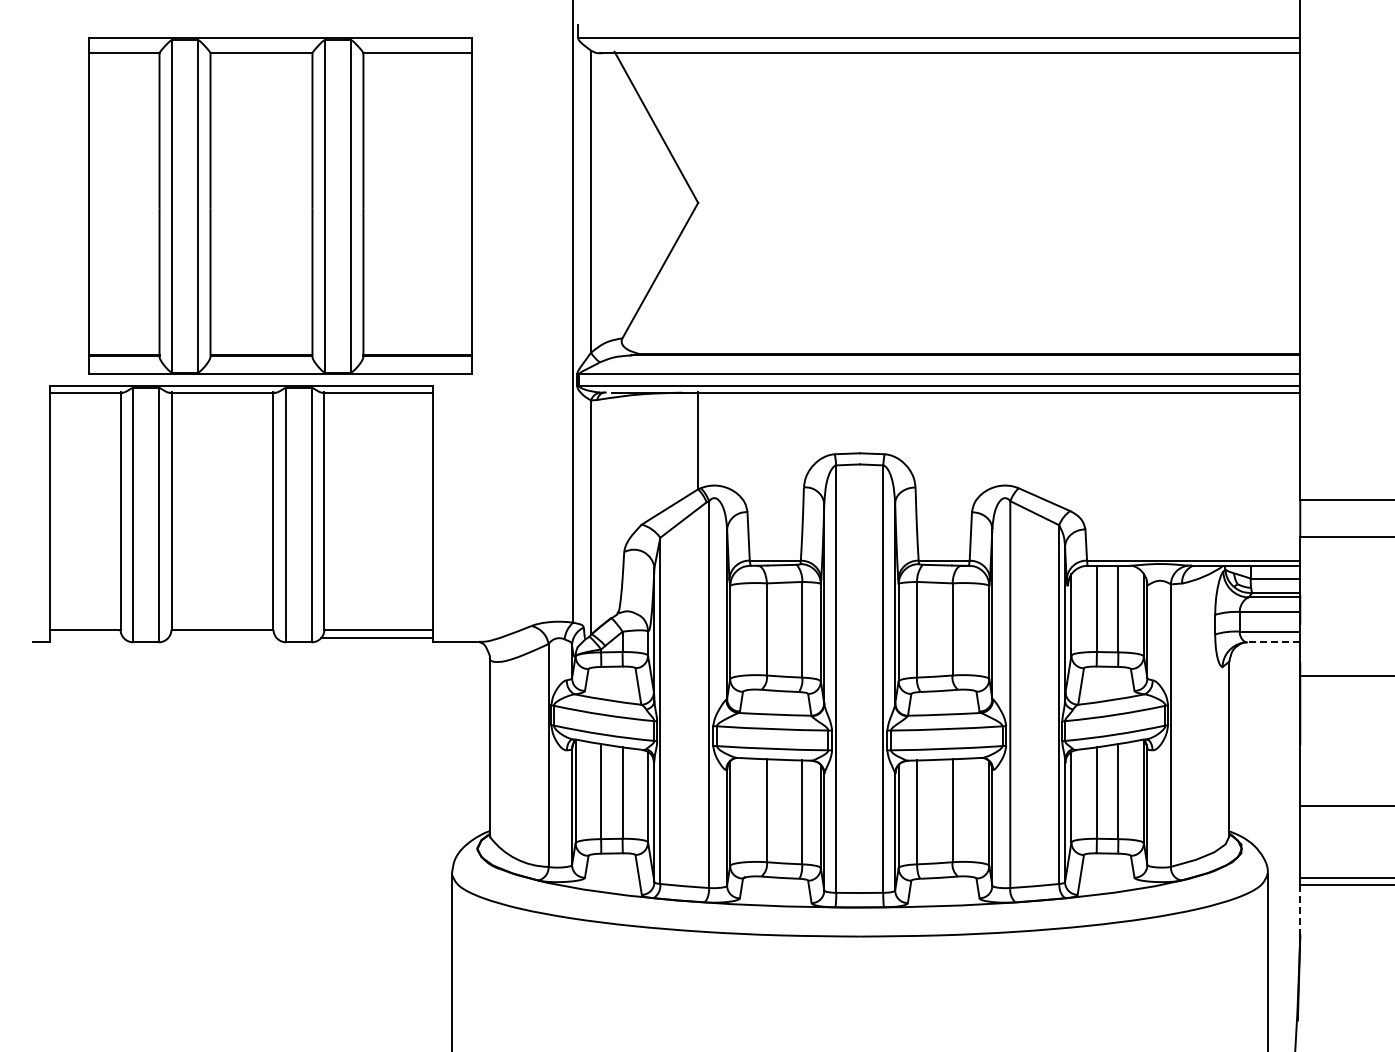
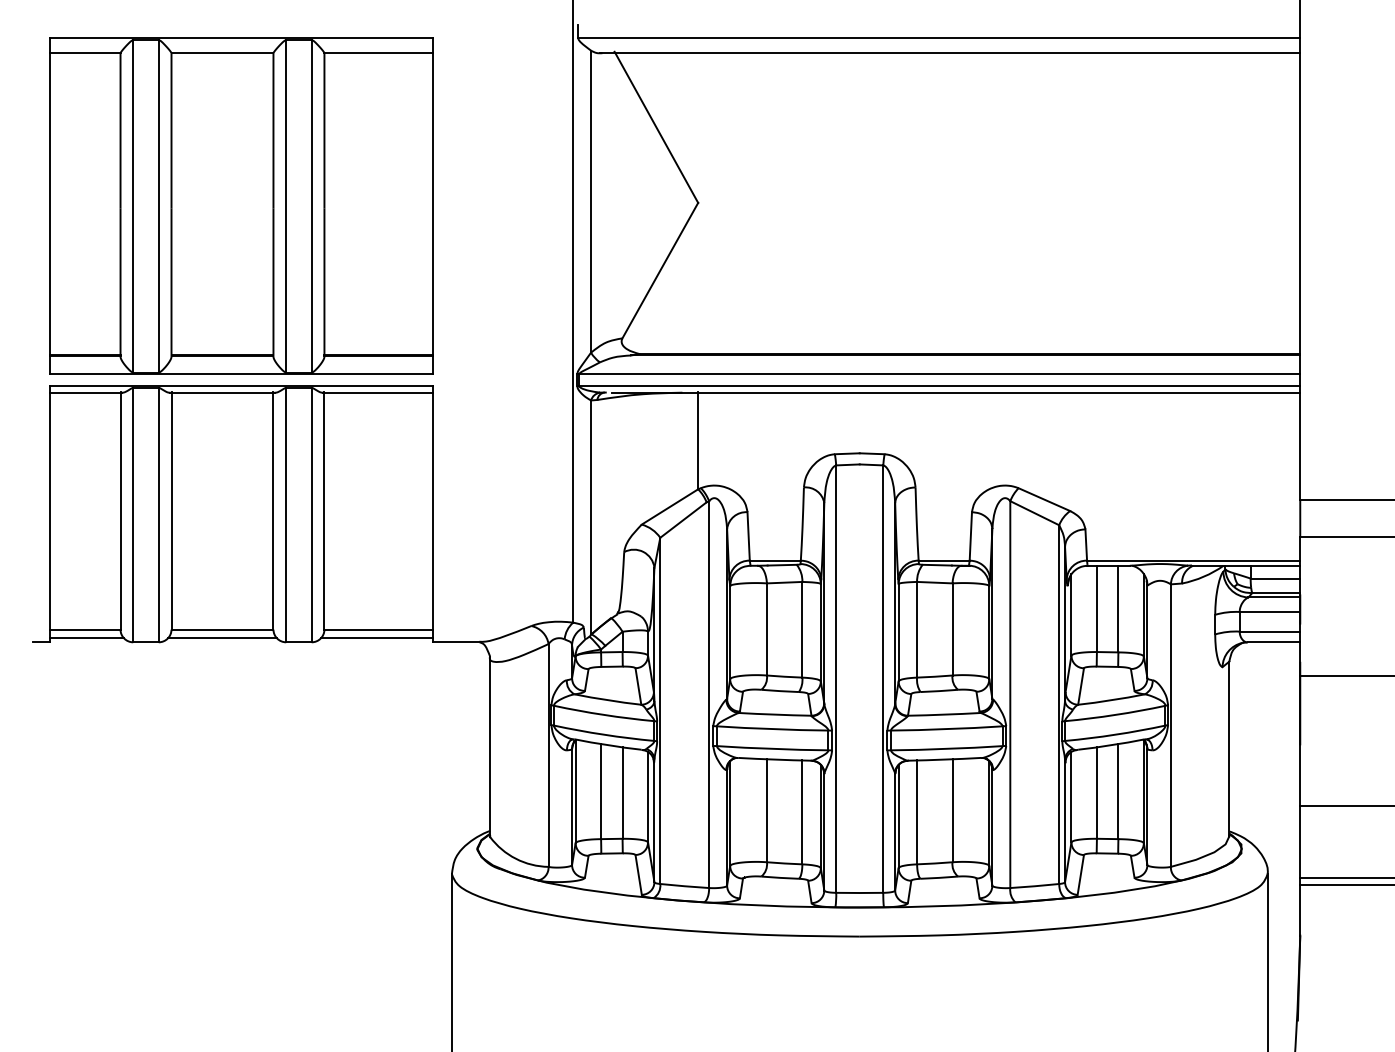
part at (280, 205) position: (280, 205) -> (241, 205)
line at (87, 638): none -> present
line at (222, 638): none -> present
line at (1273, 642): dashed -> solid
line at (1300, 909): dashed -> solid
